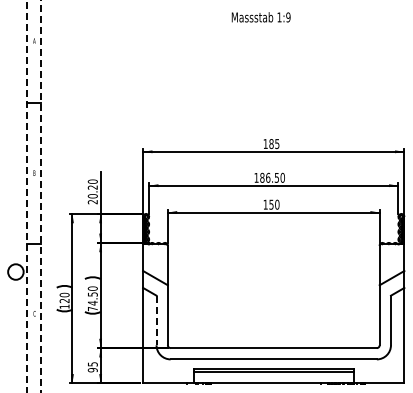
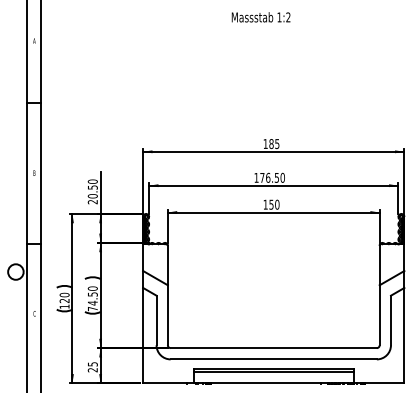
text at (288, 17): 1:9 -> 1:2
text at (262, 177): 186.50 -> 176.50
text at (92, 187): 20.20 -> 20.50
line at (27, 196): dashed -> solid
line at (41, 196): dashed -> solid
line at (156, 320): dashed -> solid
text at (92, 370): 95 -> 25
